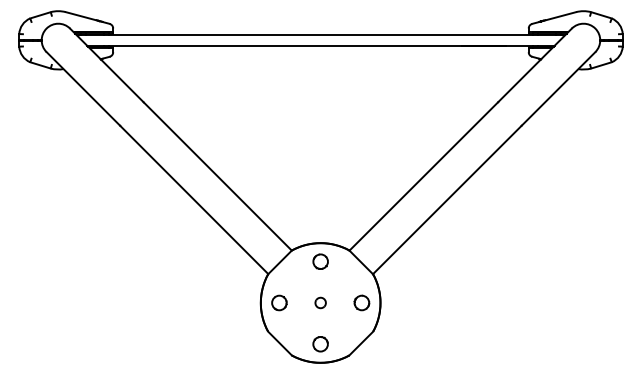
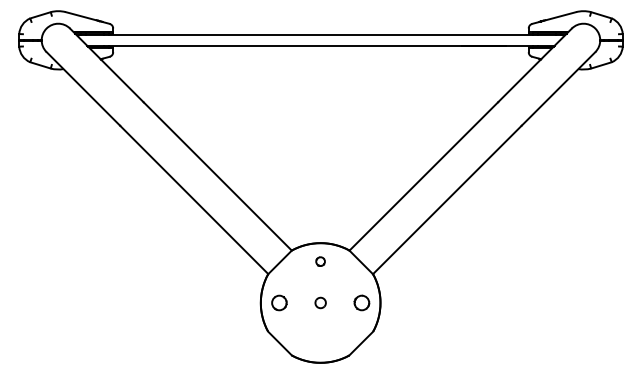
circle at (320, 261) size: 17x17 px -> 11x11 px
circle at (320, 344): present -> none
